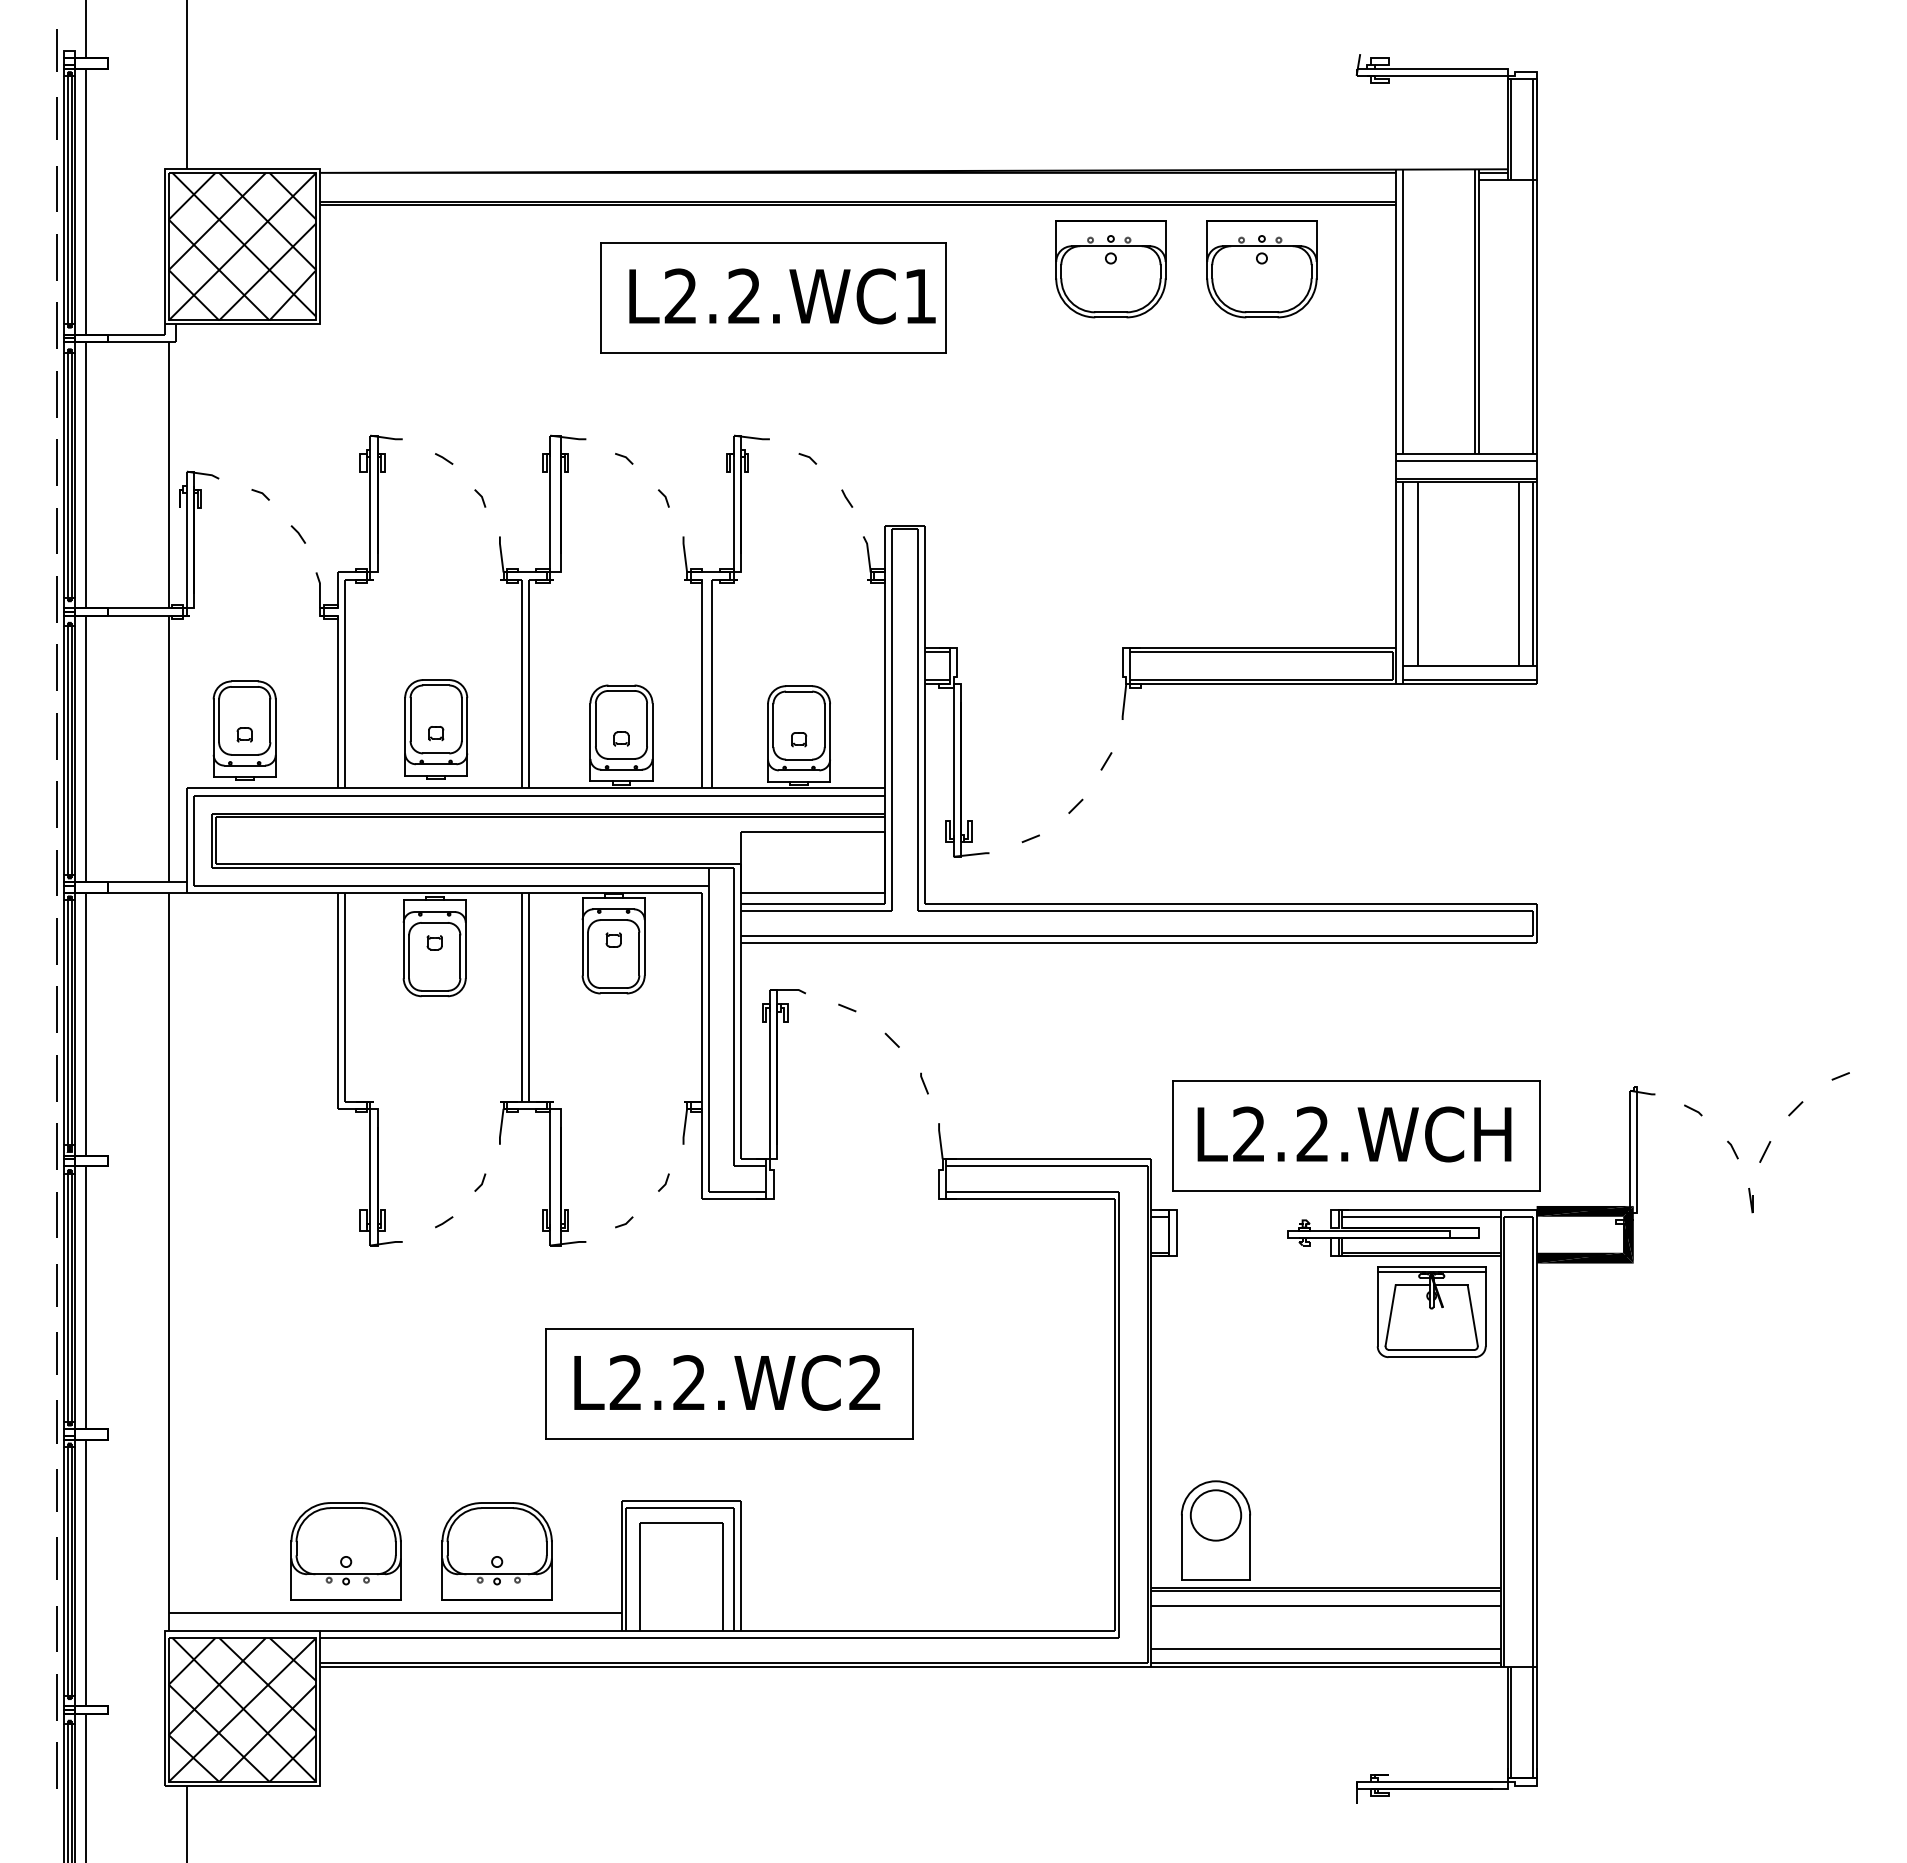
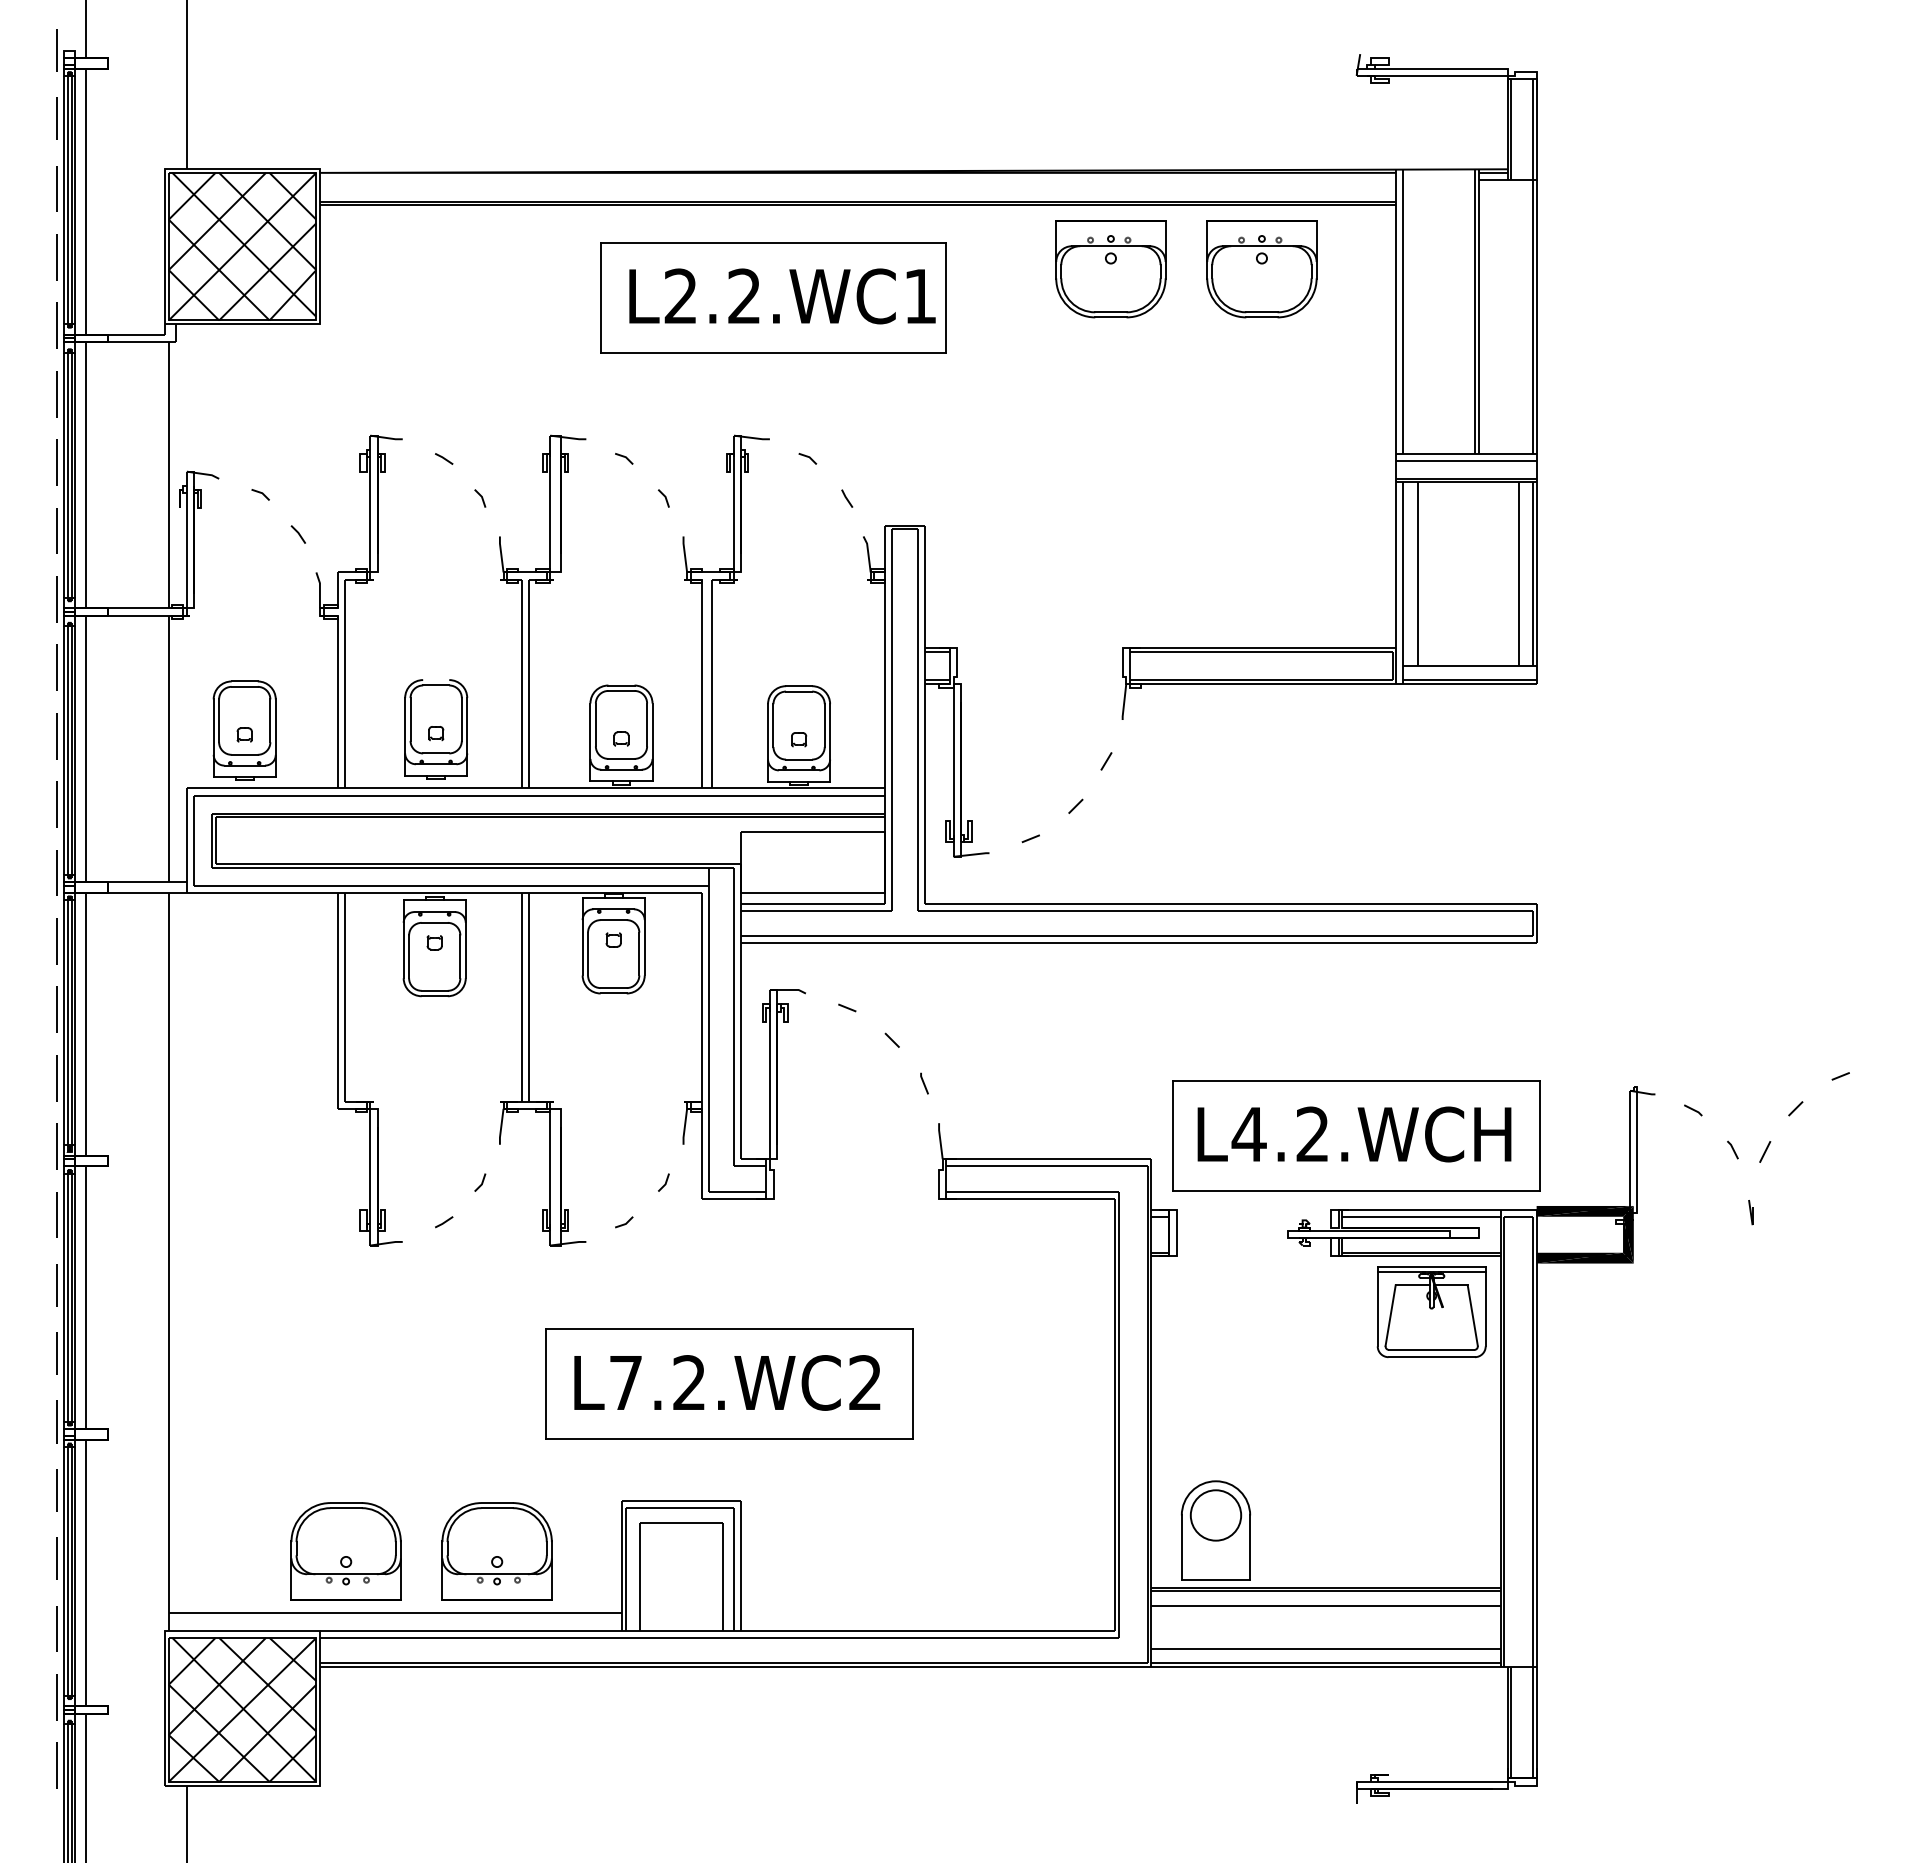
line at (436, 680): present -> none
text at (1248, 1133): L2.2.WCH -> L4.2.WCH
part at (1750, 1200) position: (1750, 1200) -> (1750, 1212)
text at (625, 1382): L2.2.WC2 -> L7.2.WC2
